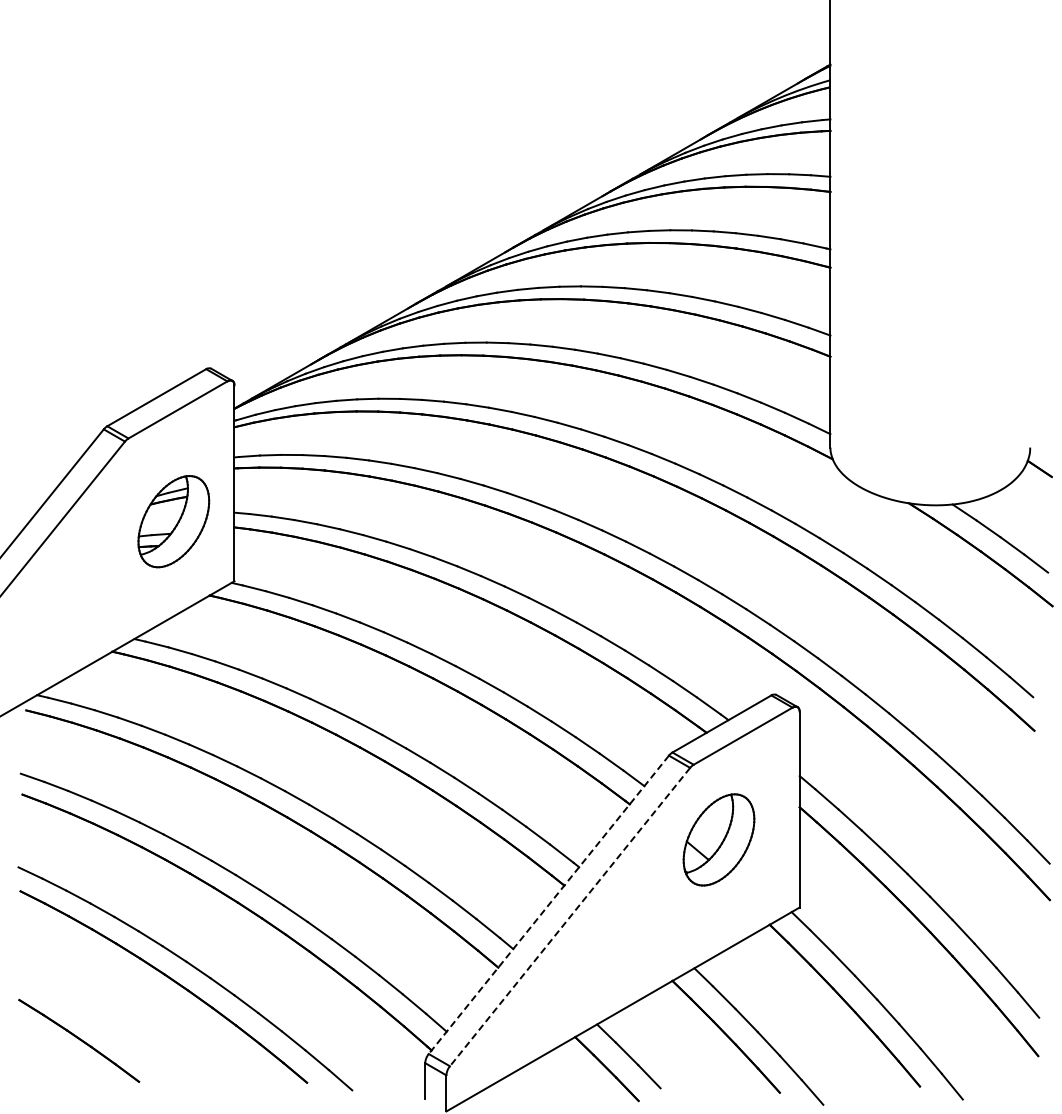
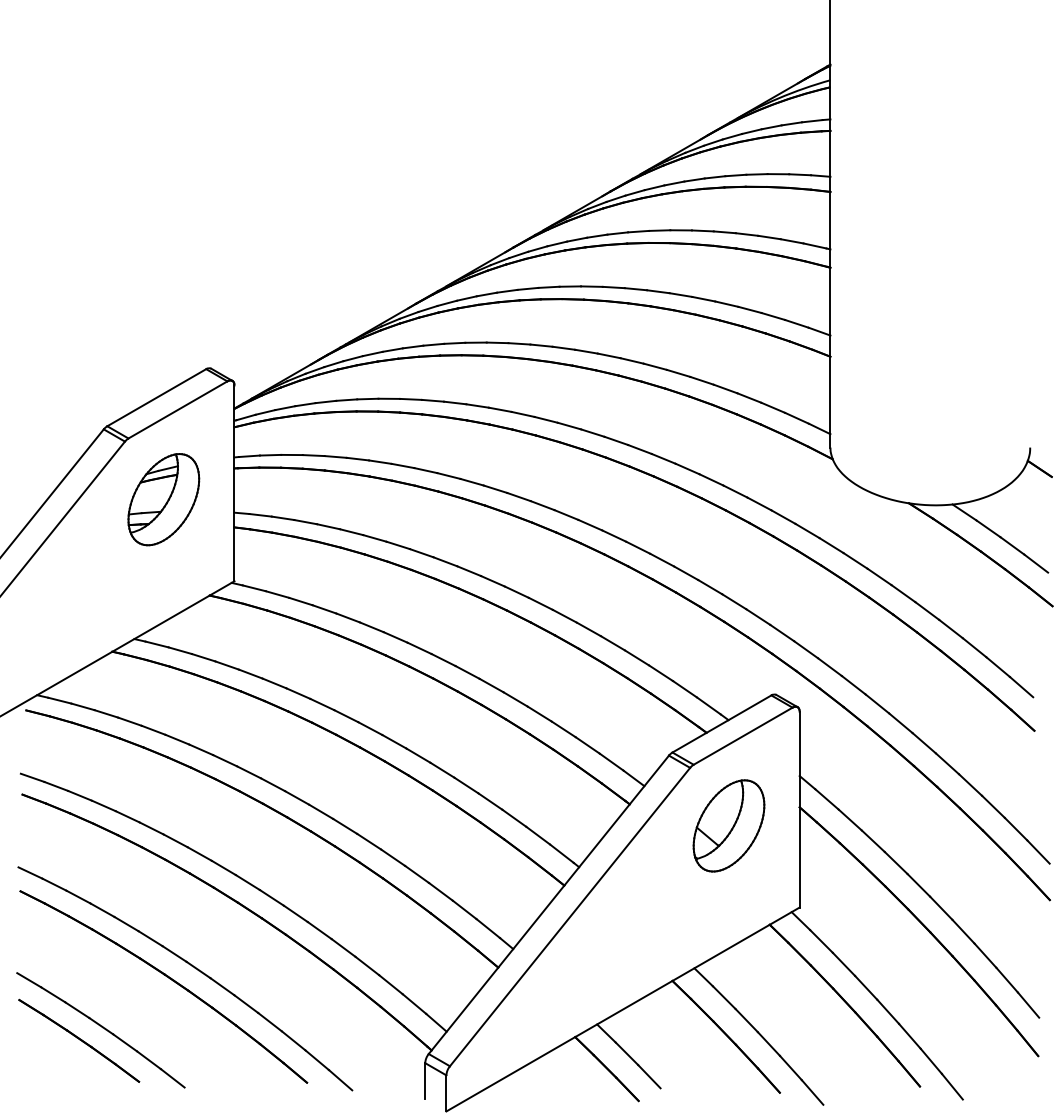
part at (173, 521) position: (173, 521) -> (163, 499)
part at (718, 839) position: (718, 839) -> (728, 825)
line at (548, 904): dashed -> solid
line at (570, 917): dashed -> solid
part at (100, 1030): none -> present
